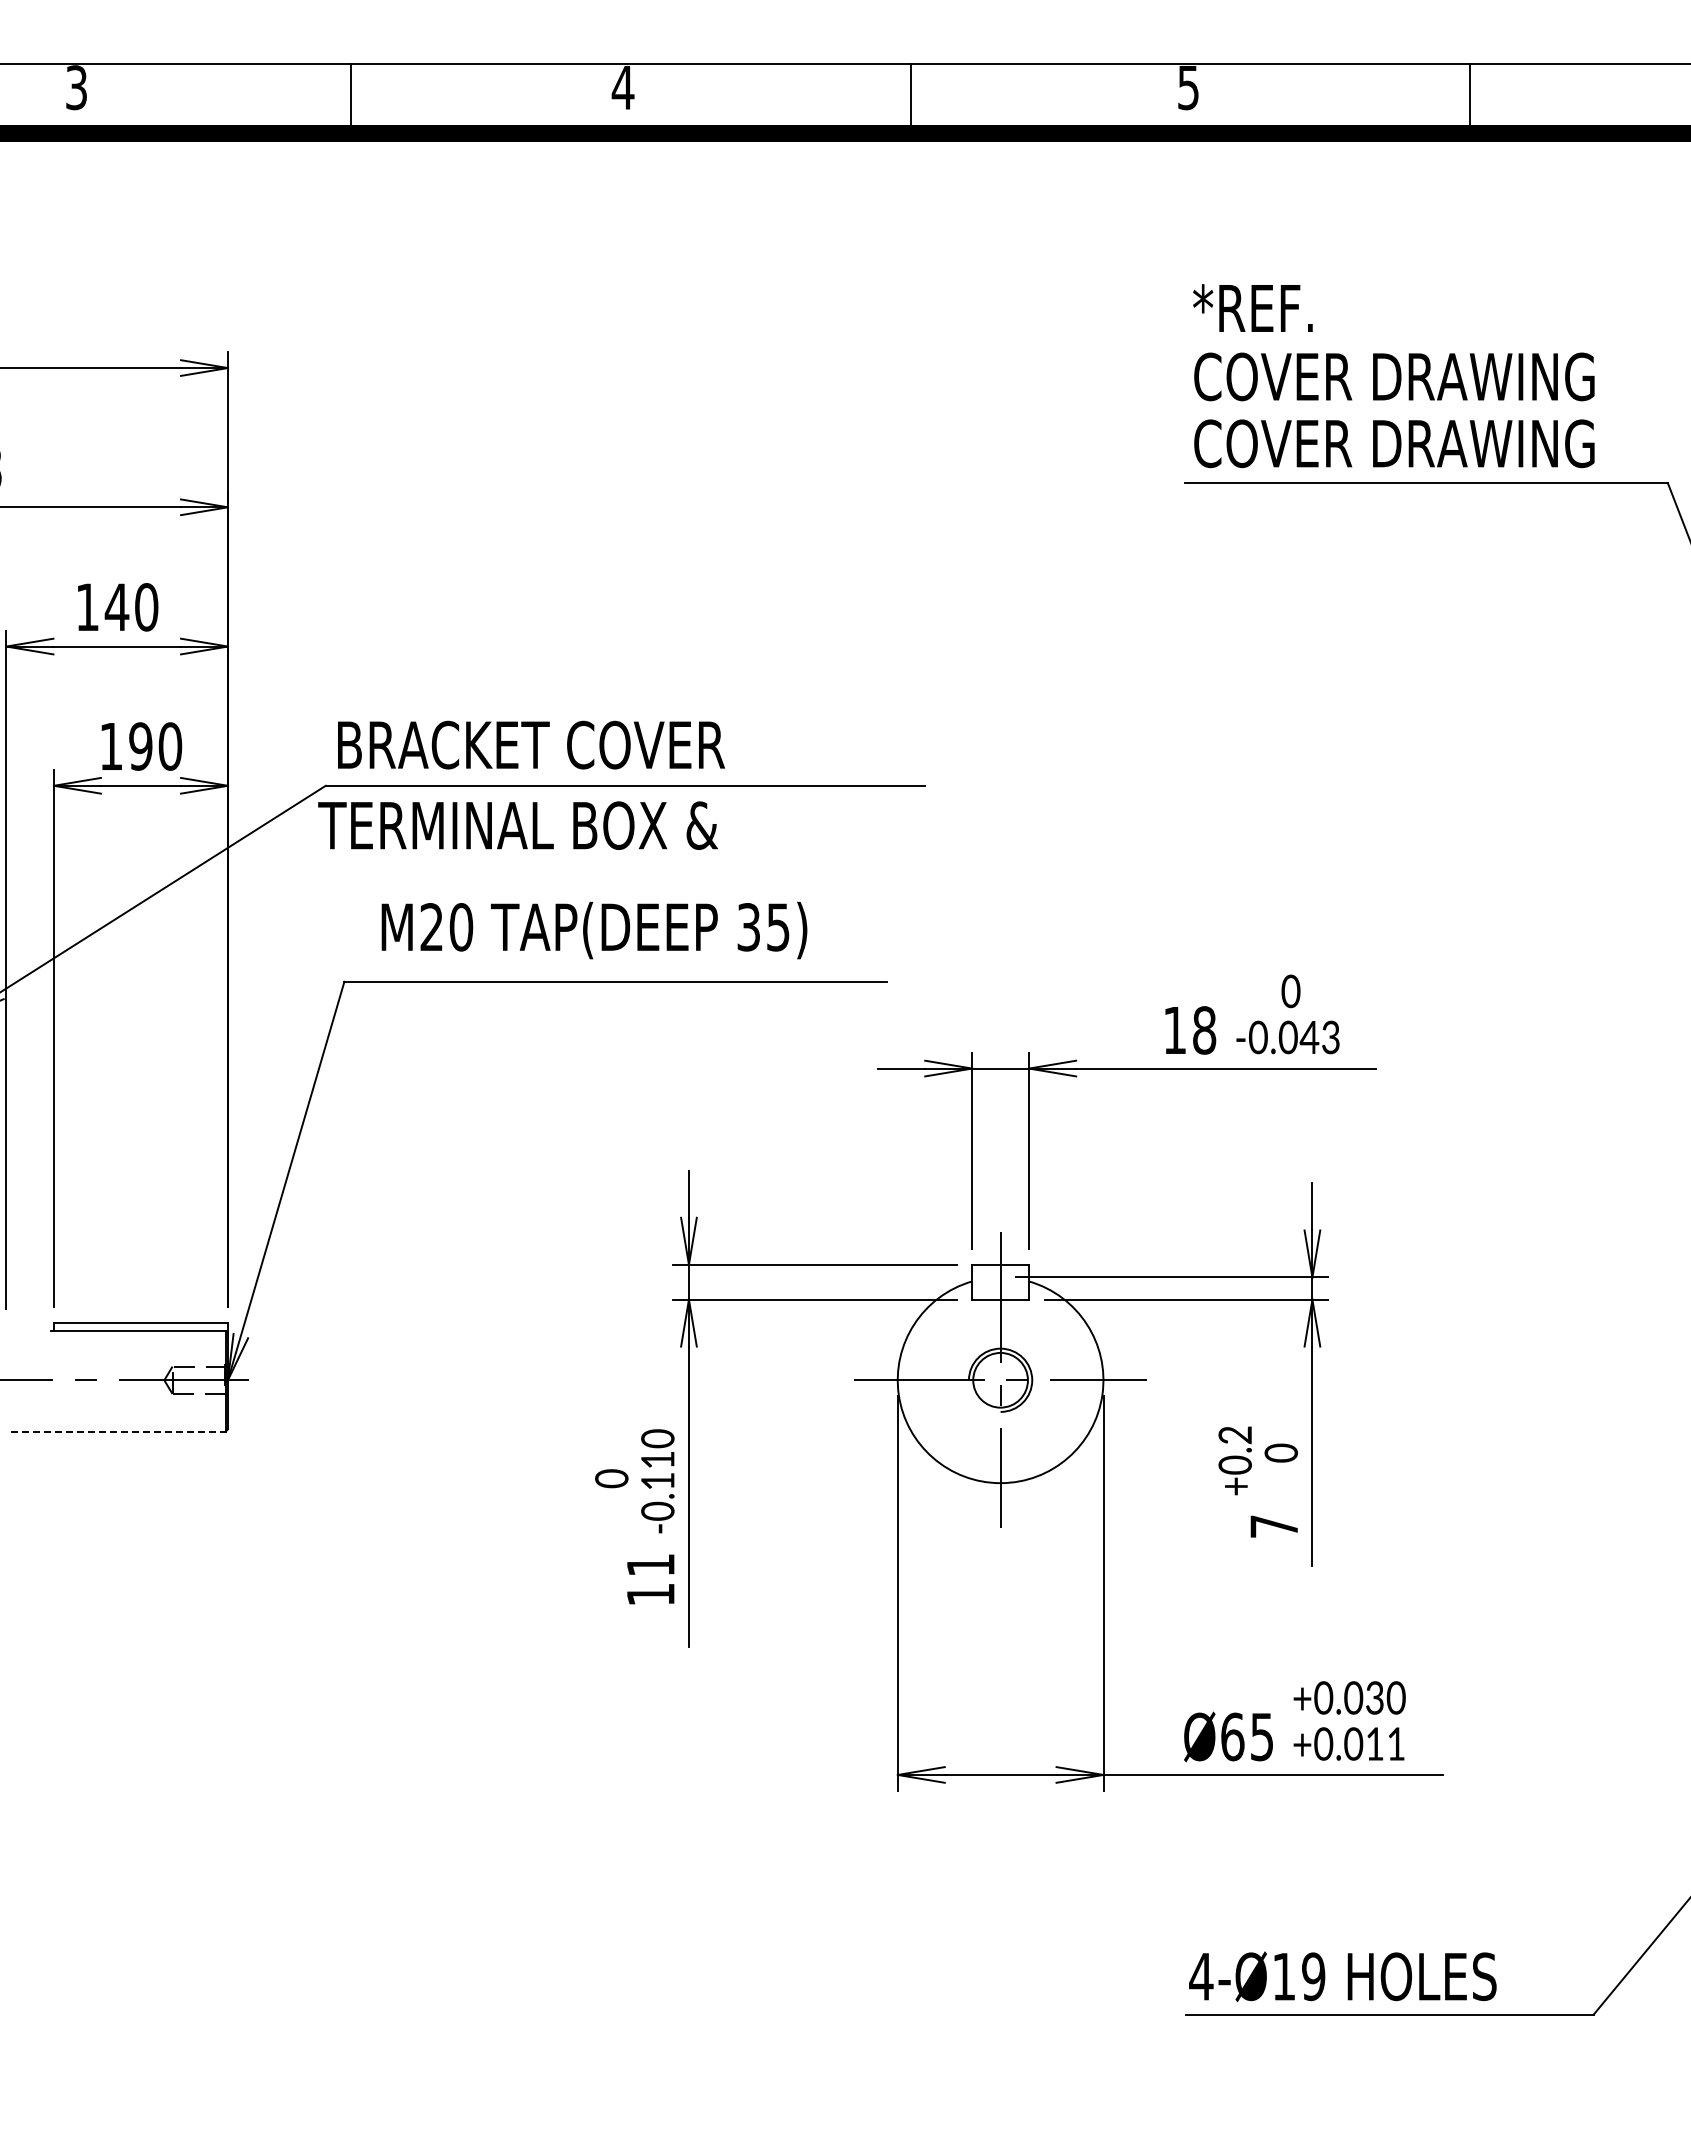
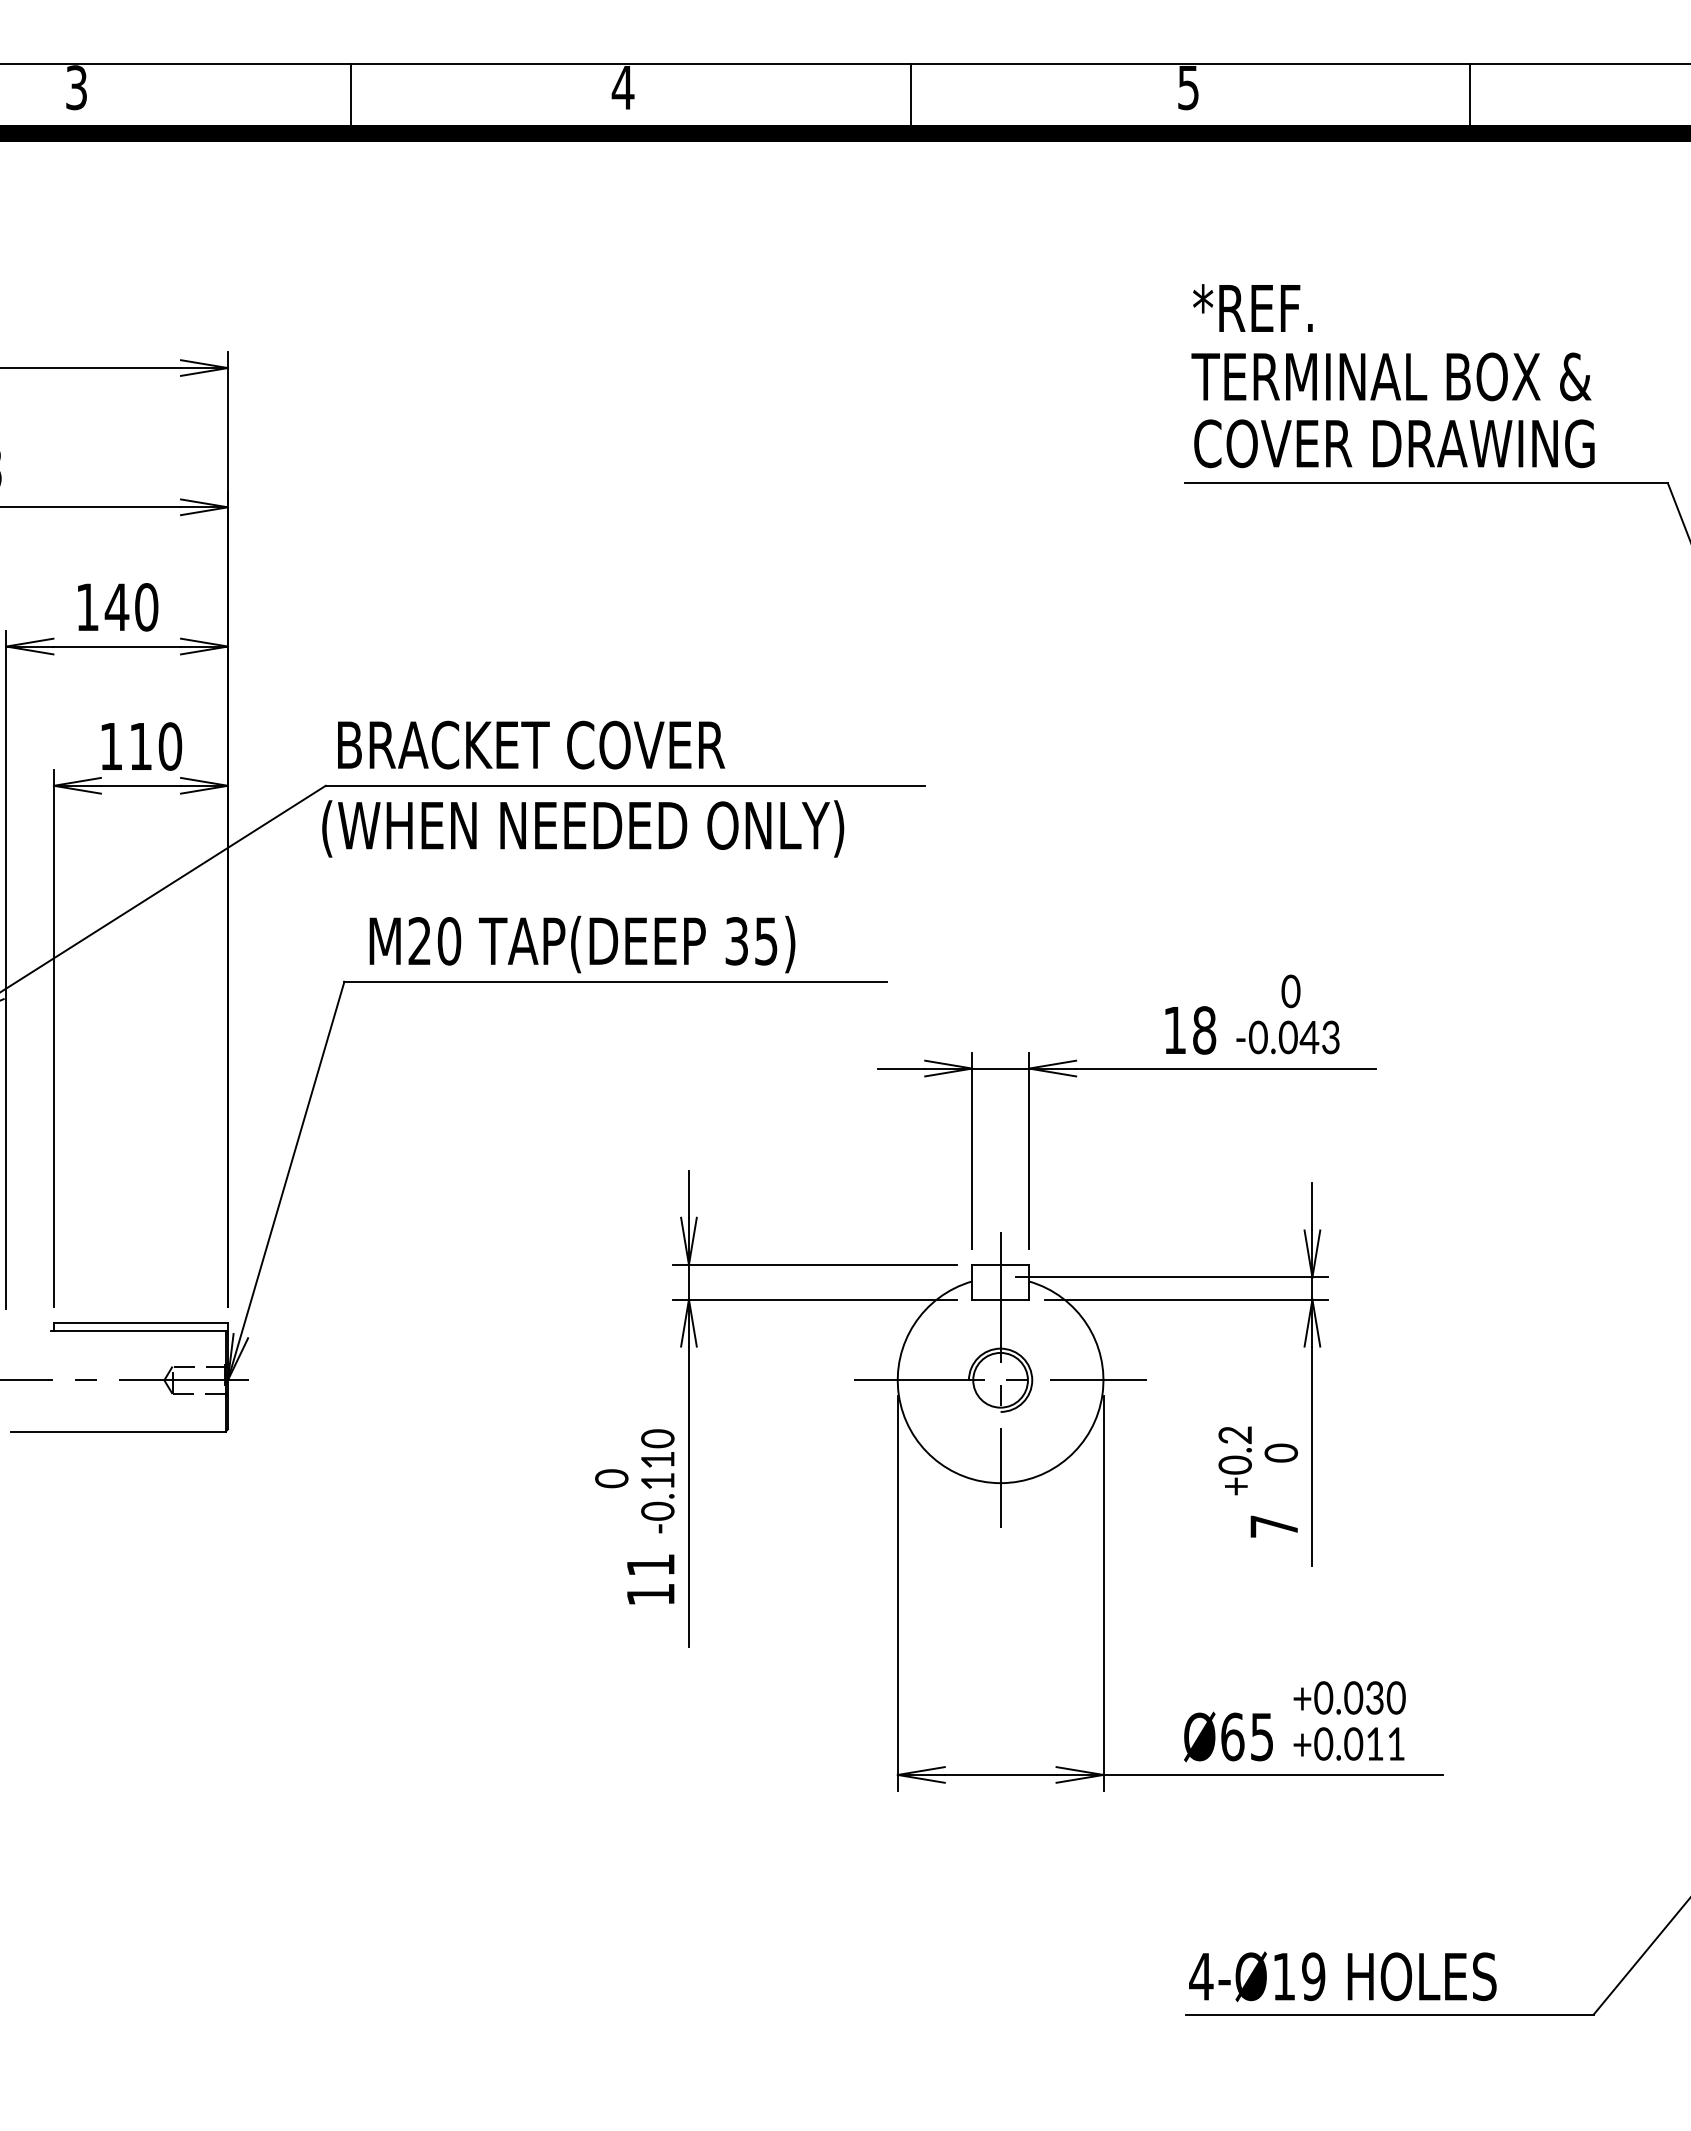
text at (1392, 376): COVER DRAWING -> TERMINAL BOX &
text at (140, 746): 190 -> 110
text at (581, 828): TERMINAL BOX & -> (WHEN NEEDED ONLY)
text at (594, 930) position: (594, 930) -> (582, 944)
line at (118, 1431): dashed -> solid
